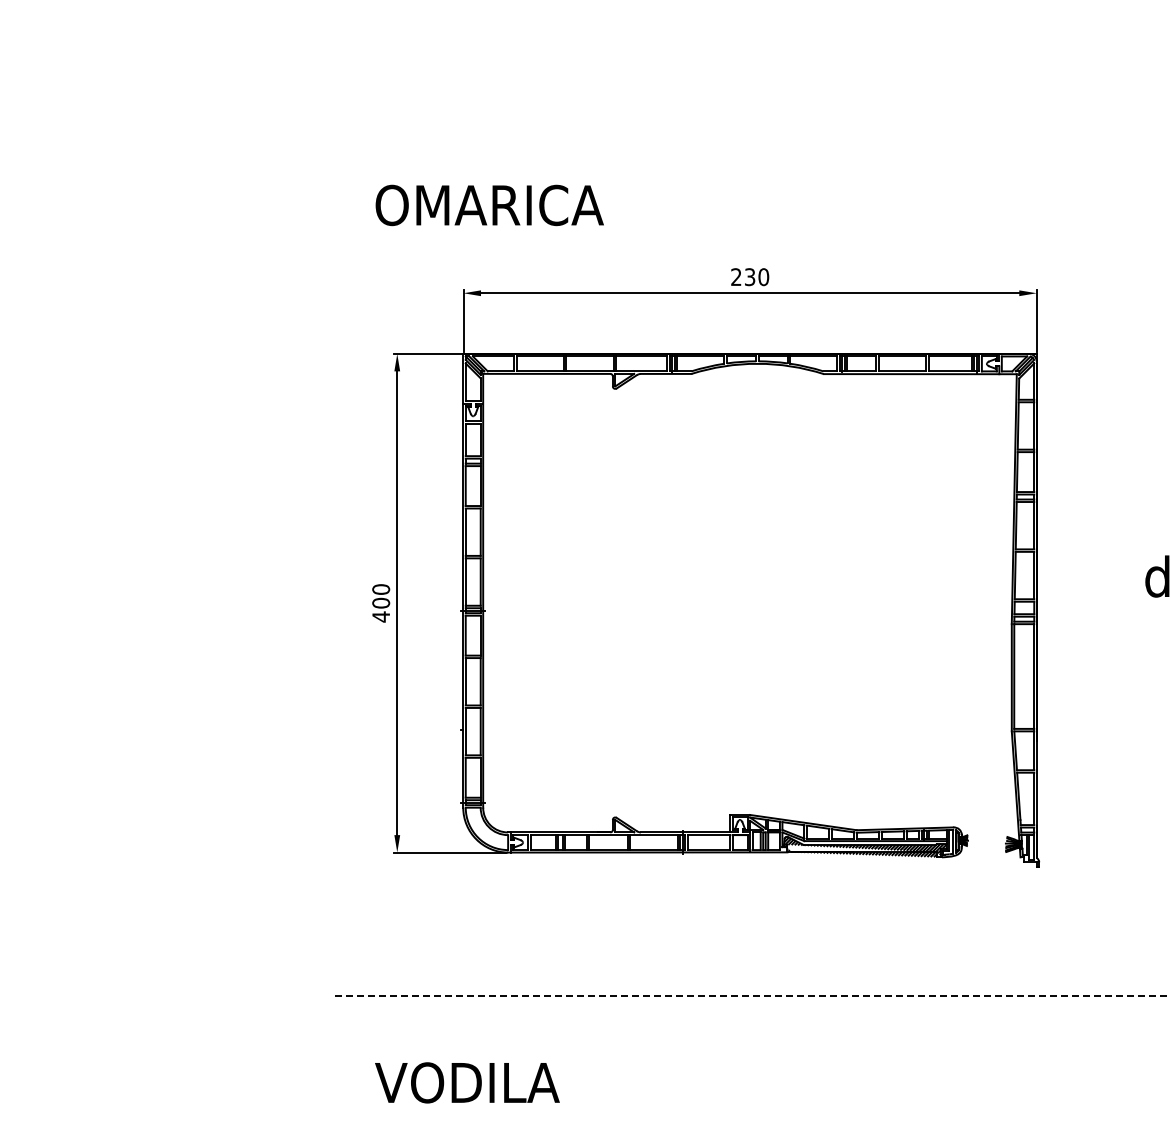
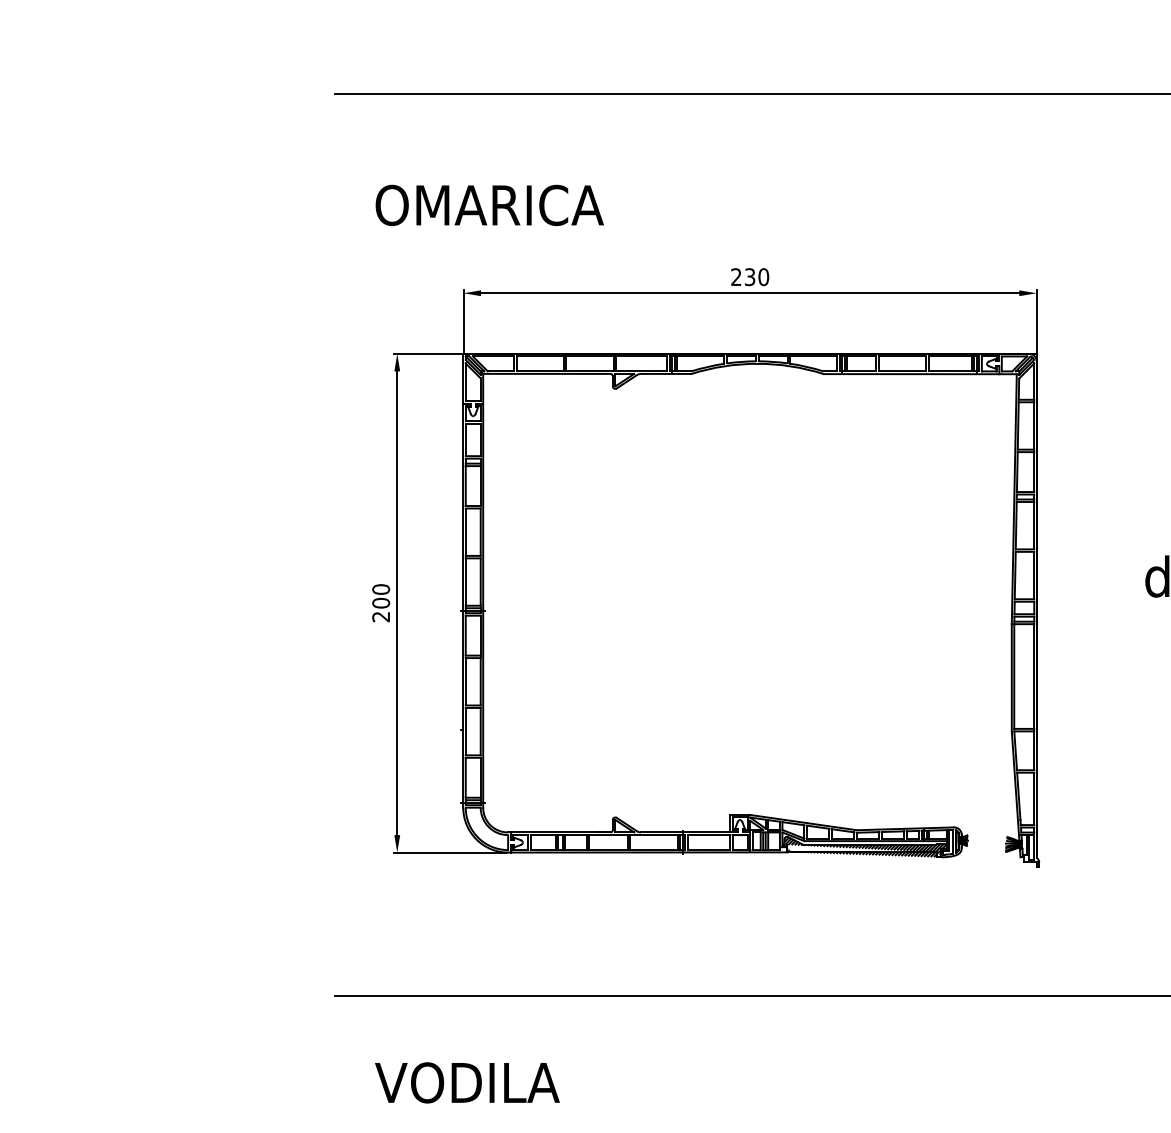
line at (750, 94): none -> present
text at (380, 616): 400 -> 200
line at (752, 995): dashed -> solid
